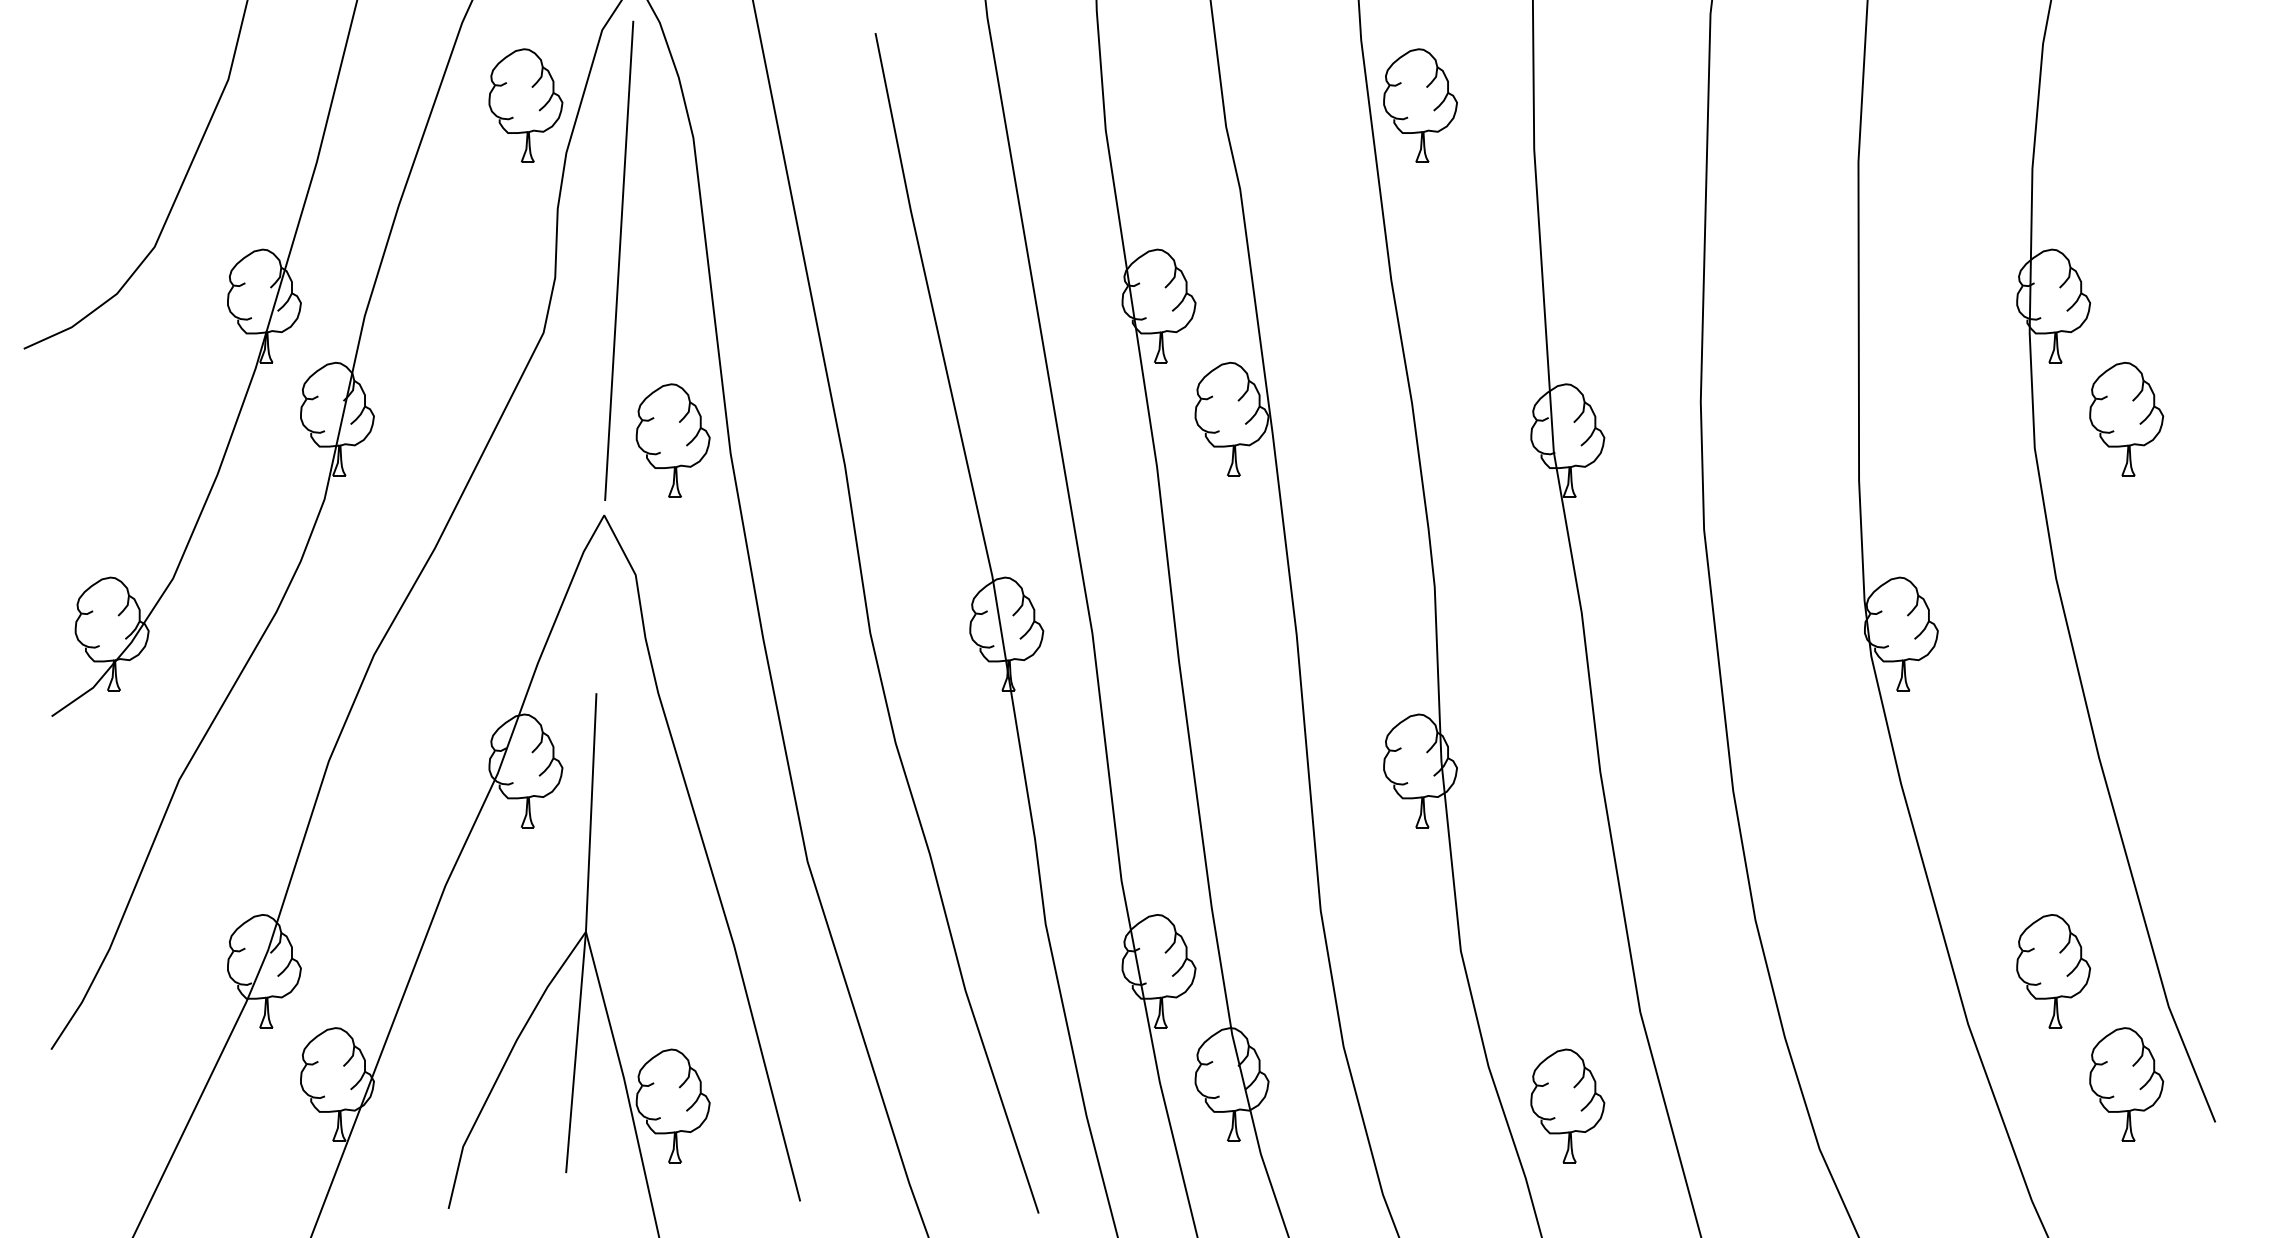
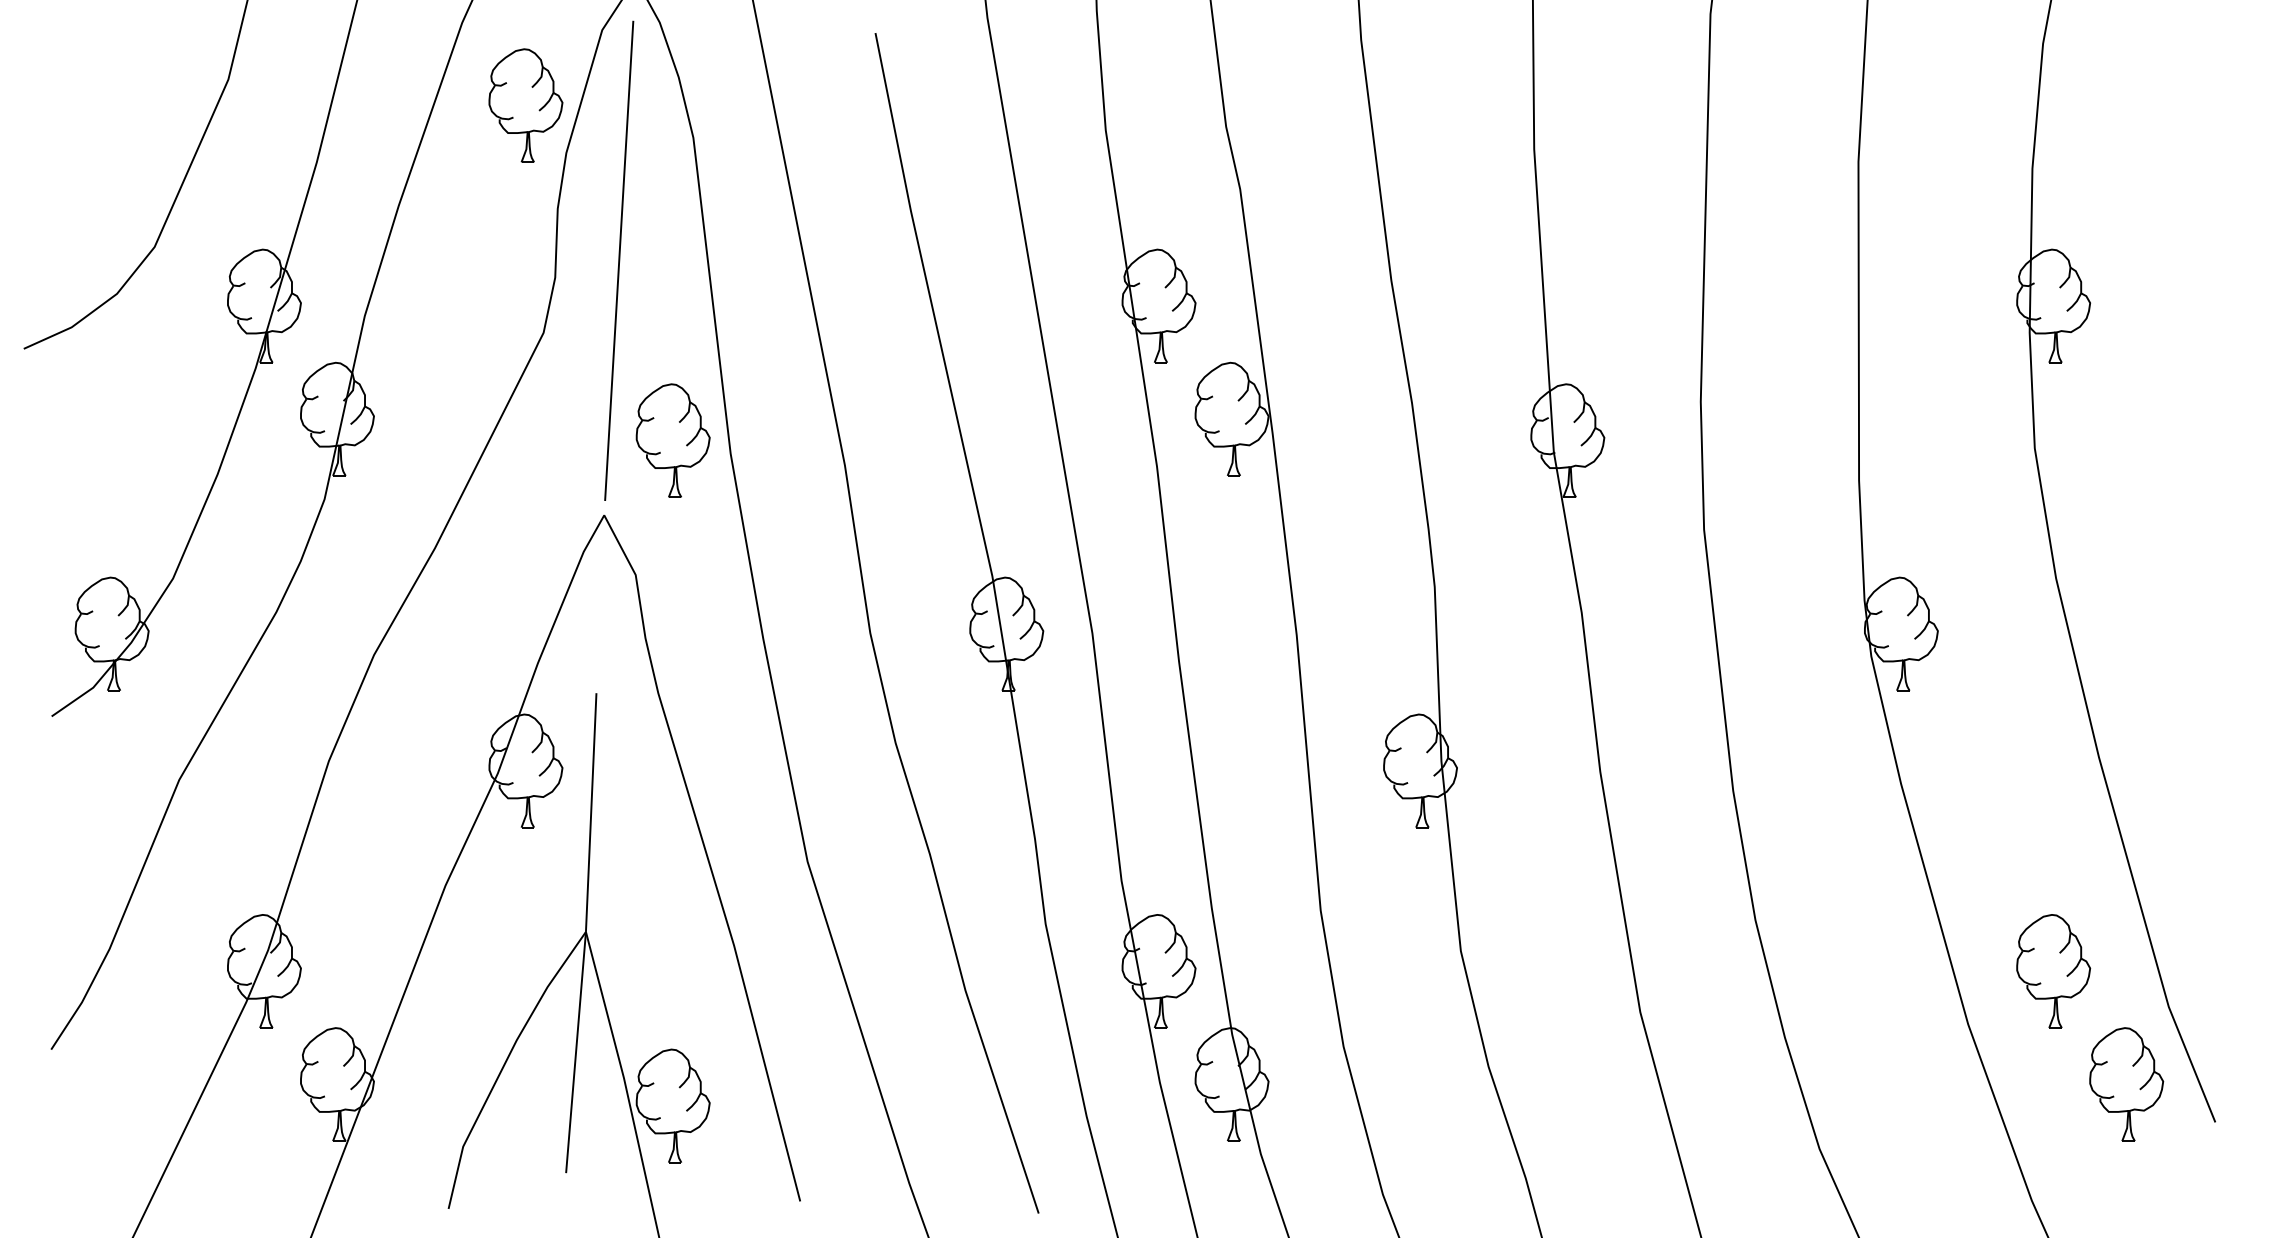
part at (1420, 105): present -> none
part at (2126, 419): present -> none
part at (1567, 1105): present -> none
